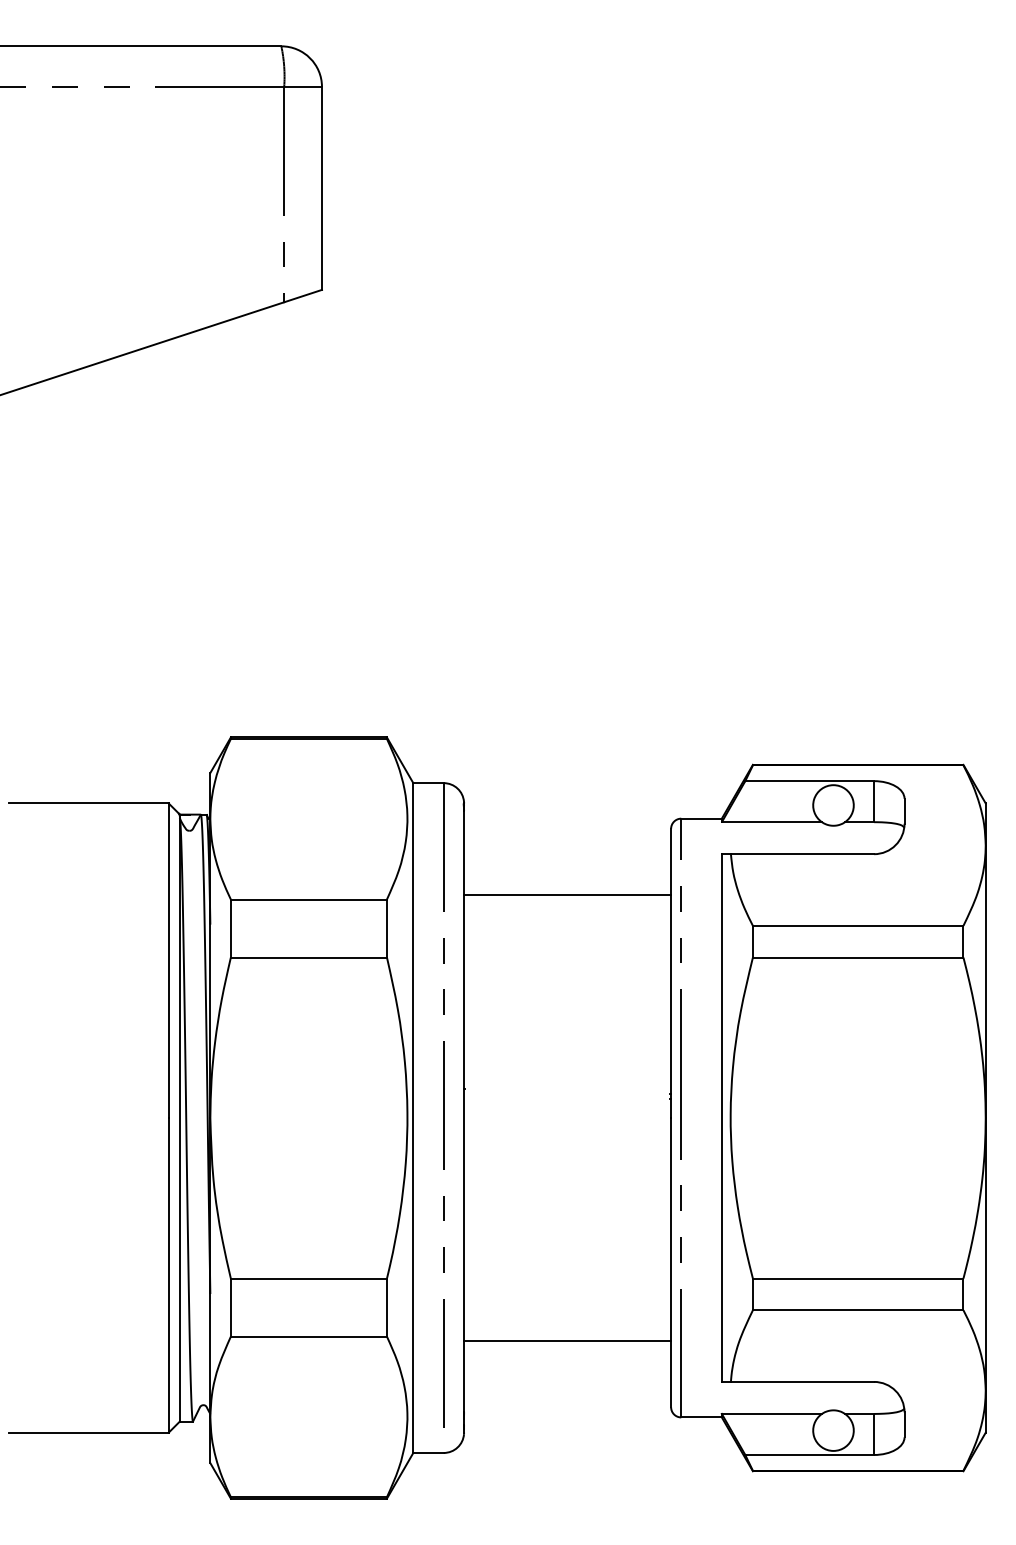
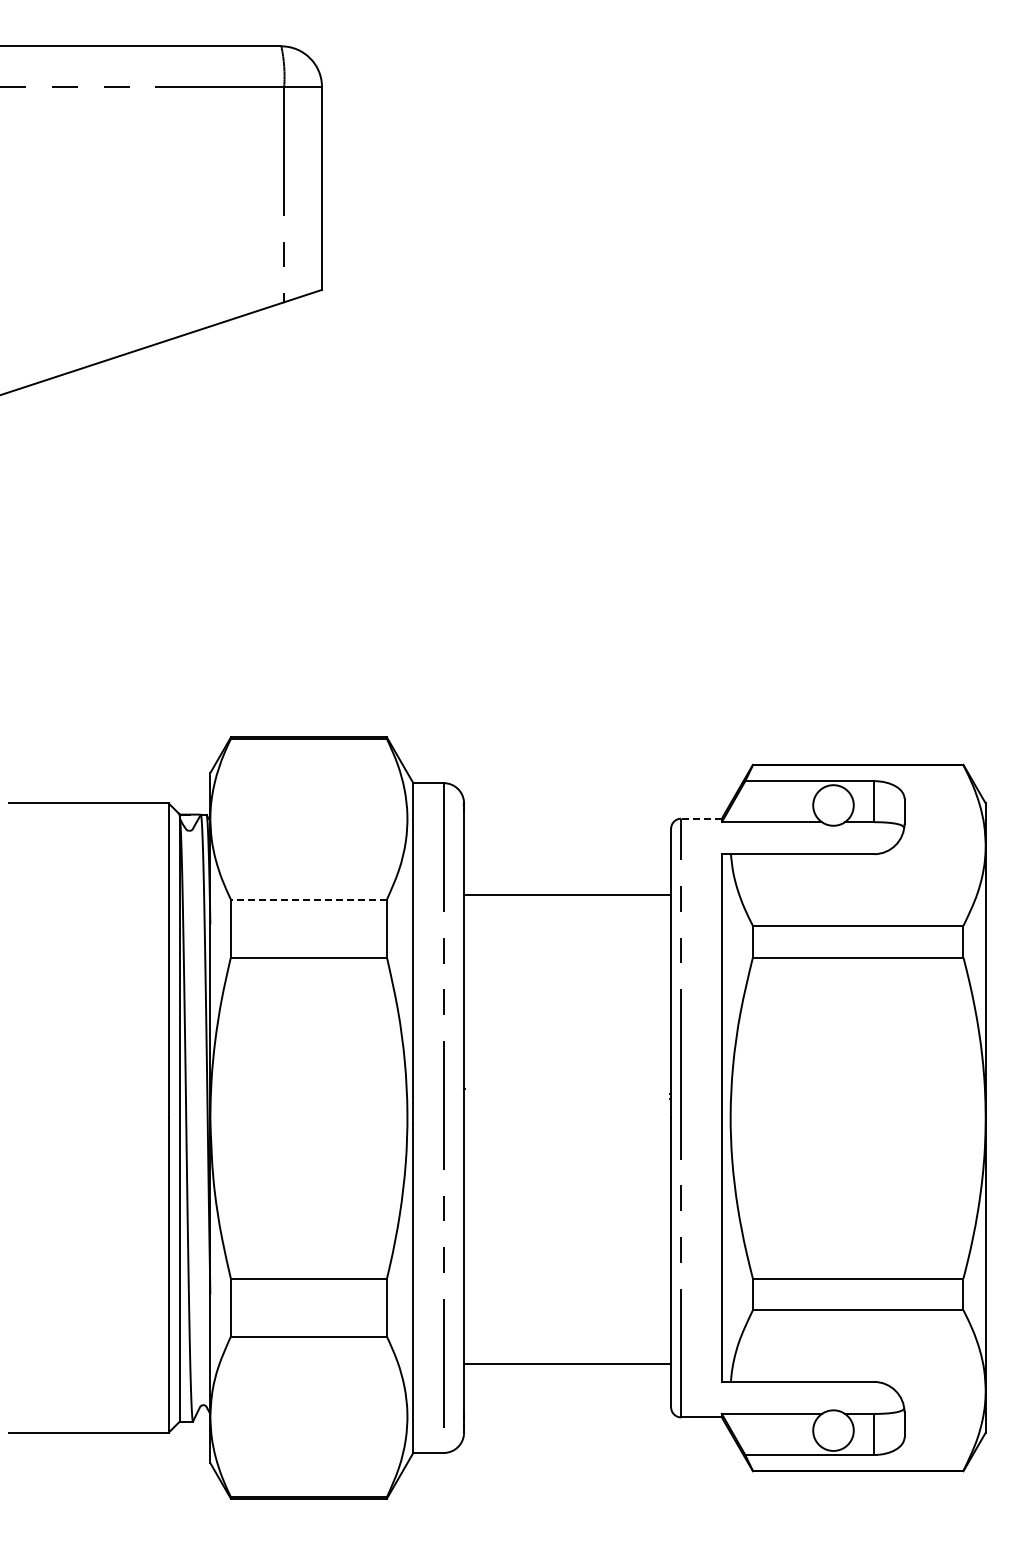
line at (701, 818): solid -> dashed
line at (308, 899): solid -> dashed
line at (567, 1341) position: (567, 1341) -> (567, 1364)
